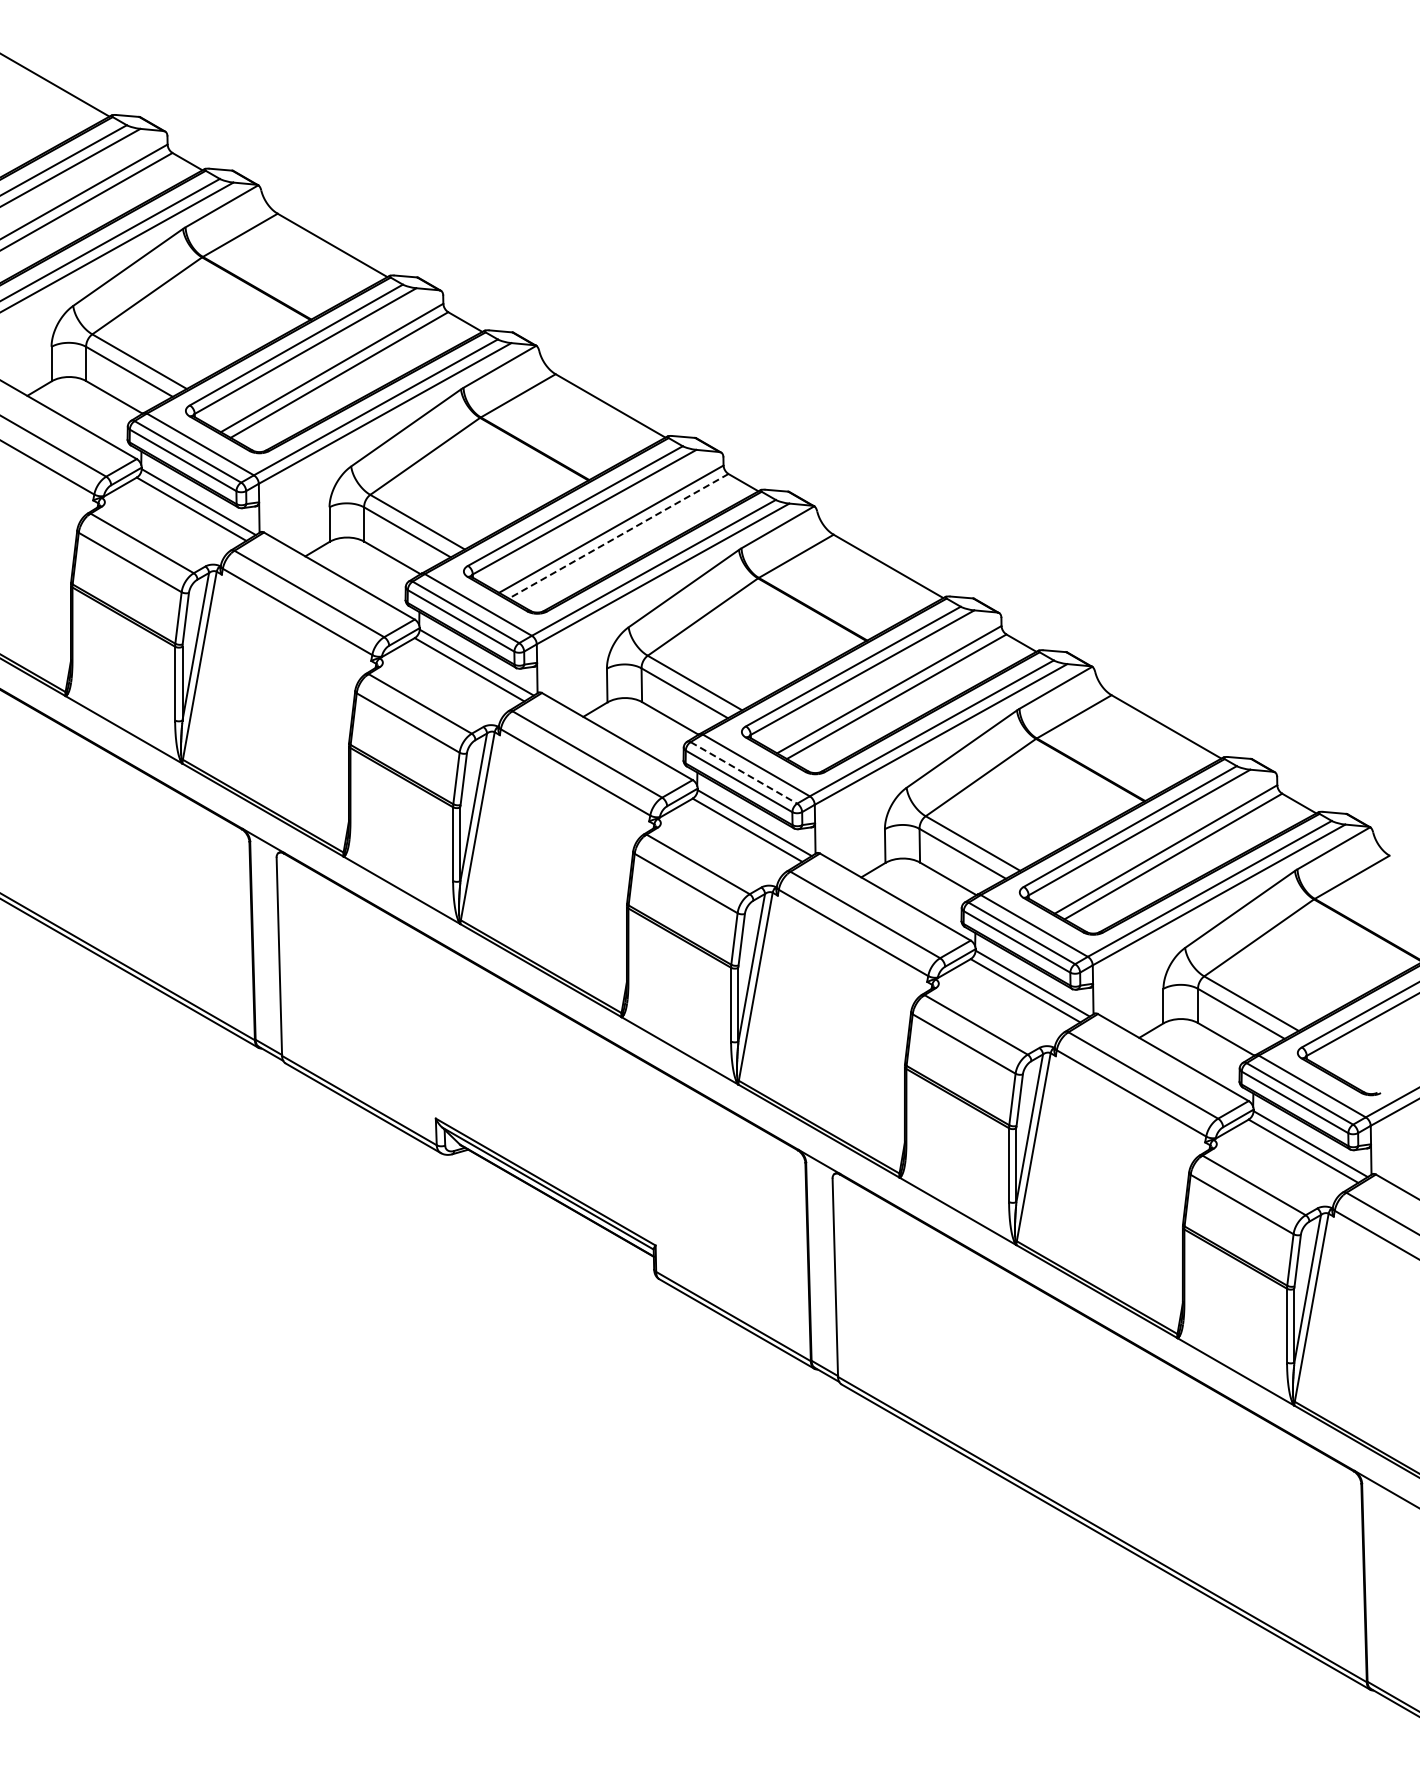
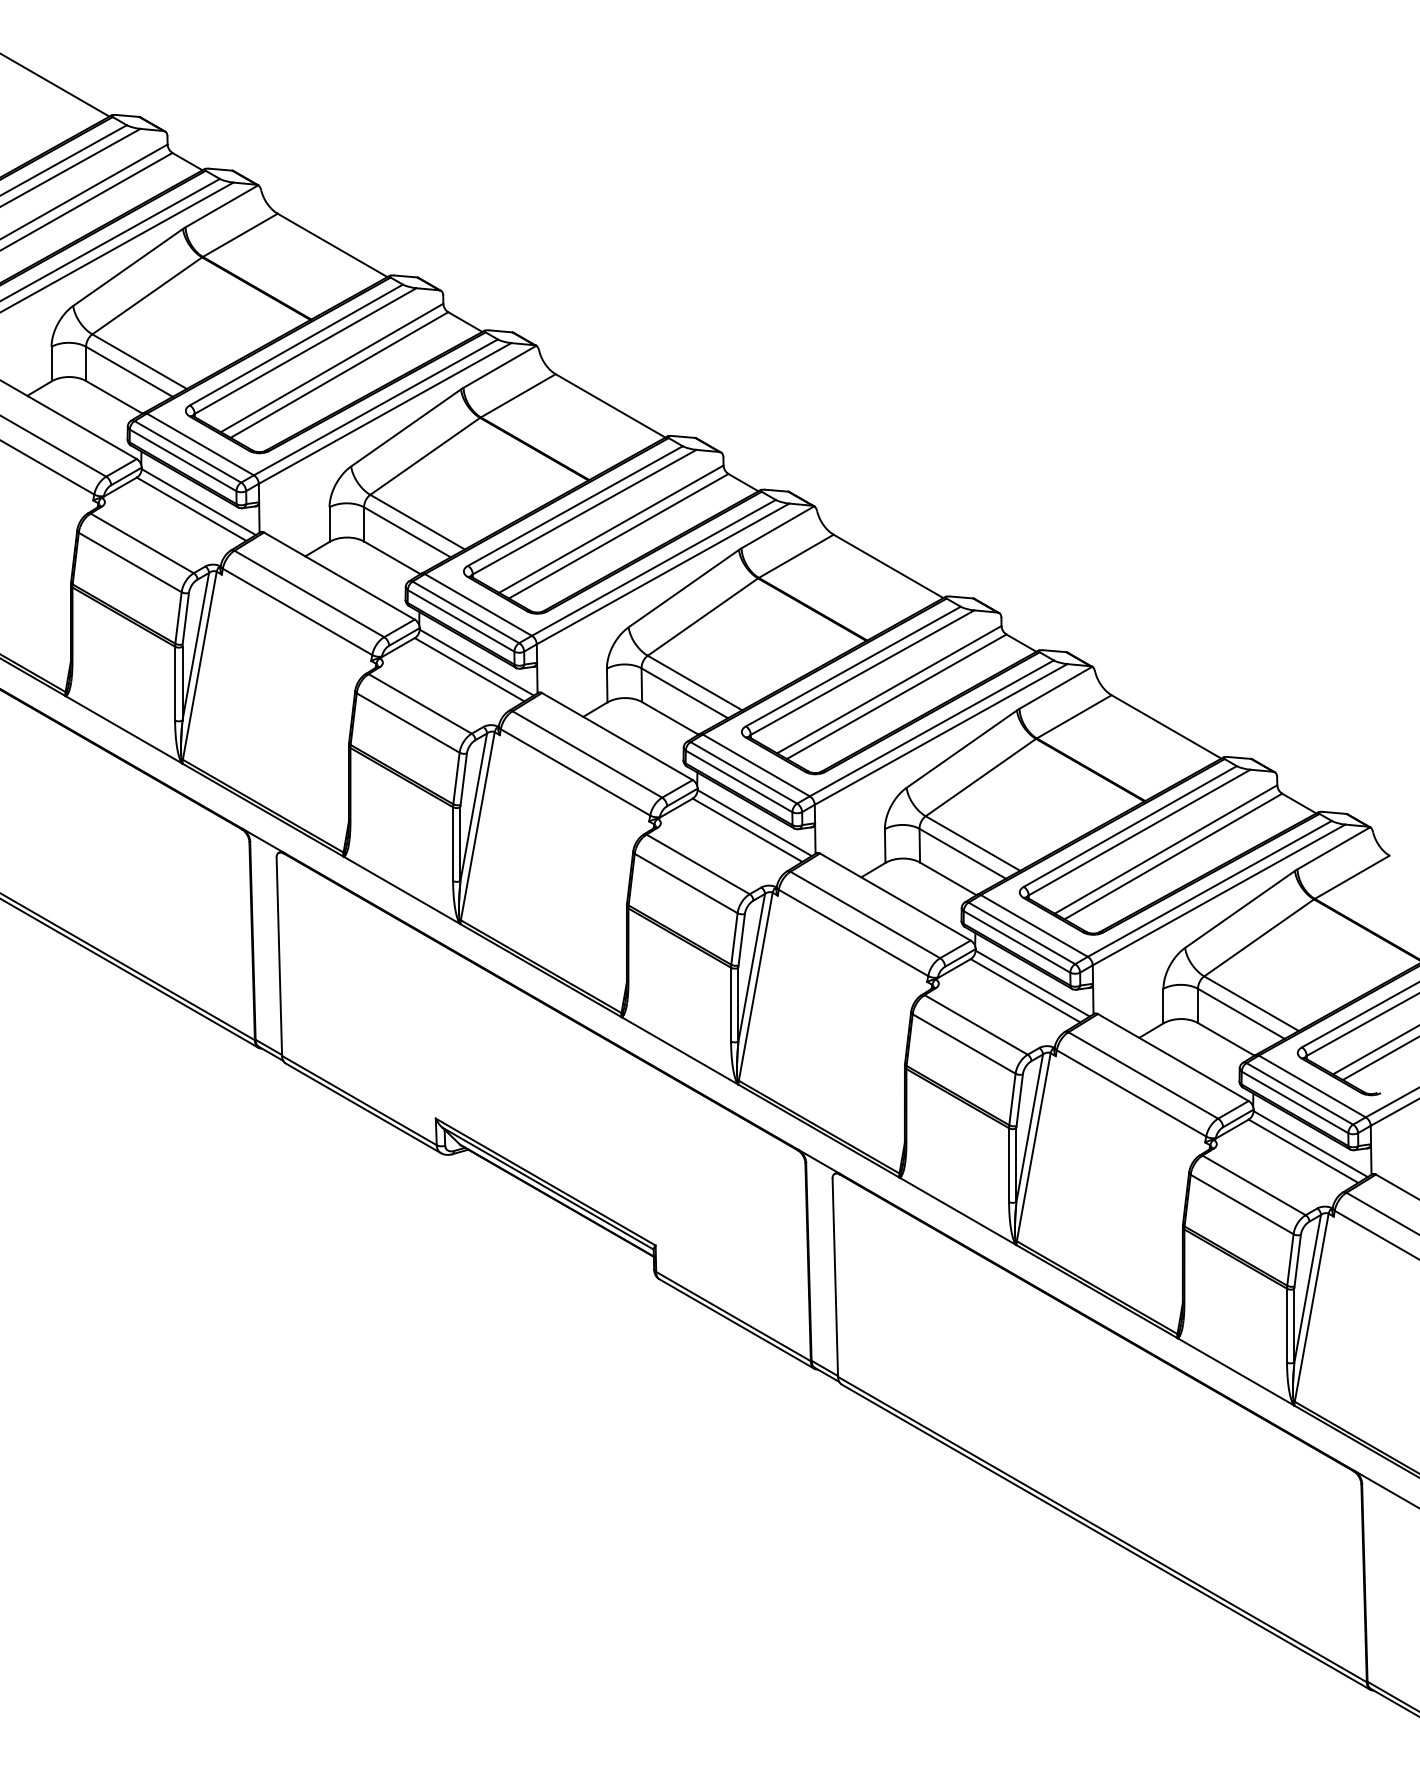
line at (618, 536): dashed -> solid
line at (743, 772): dashed -> solid
line at (1374, 1050): none -> present
line at (1379, 1059): none -> present
